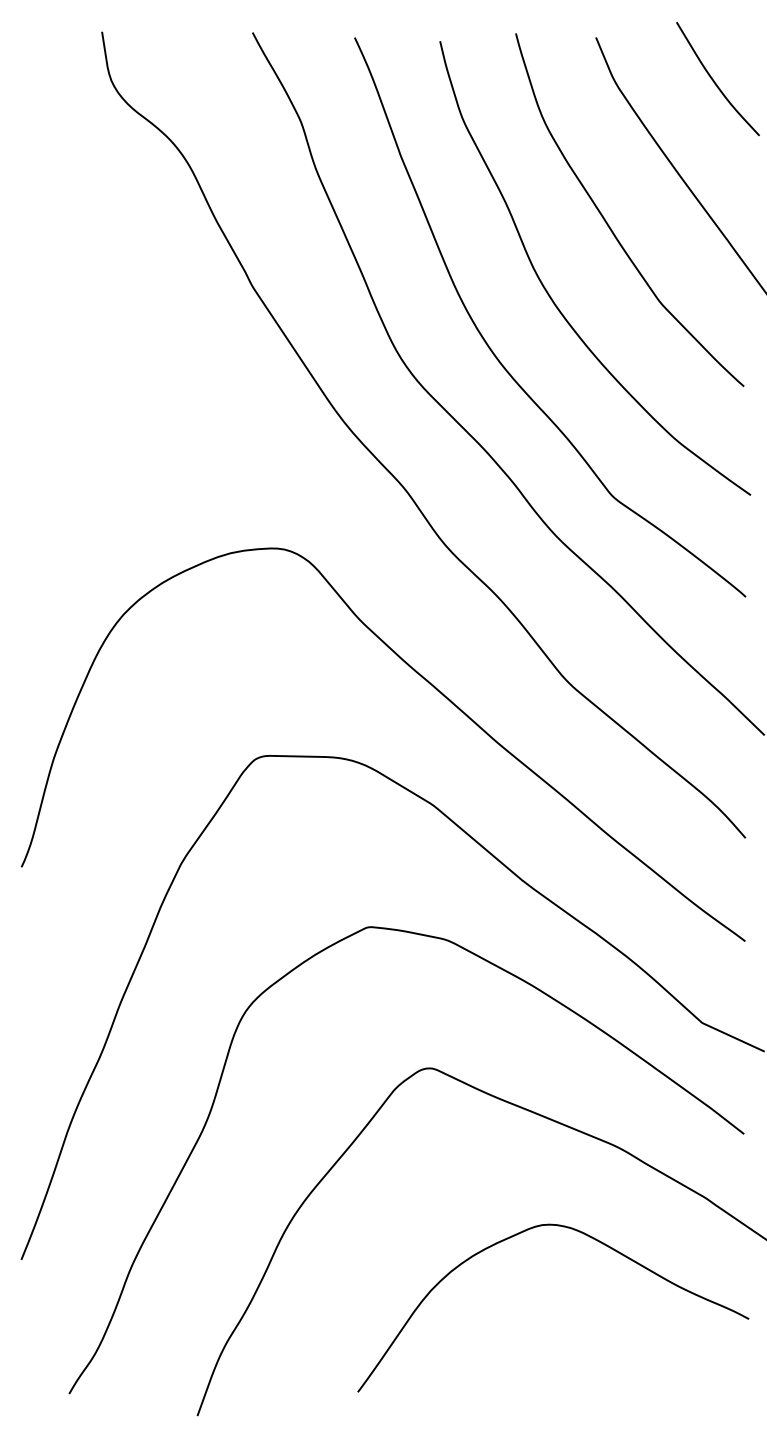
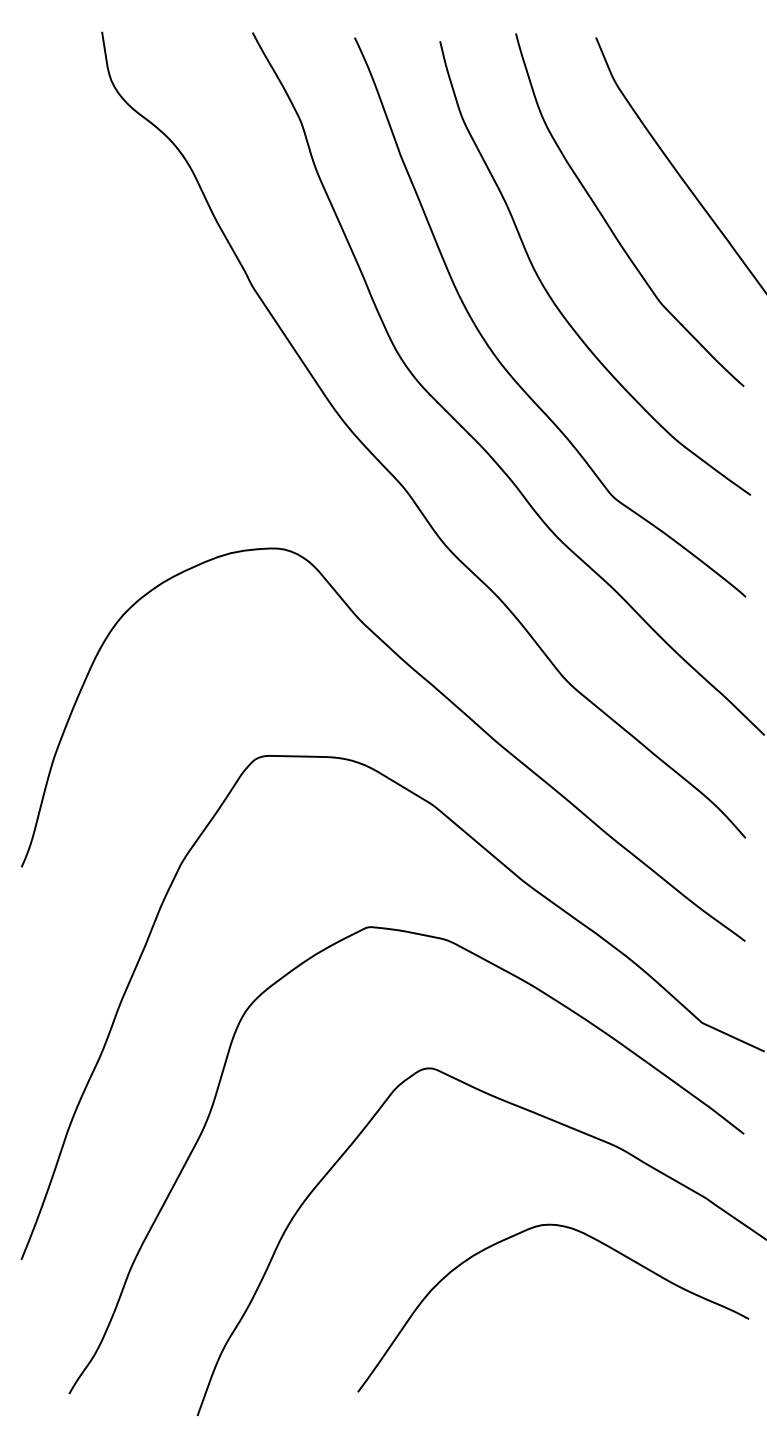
curve at (715, 81): present -> none
